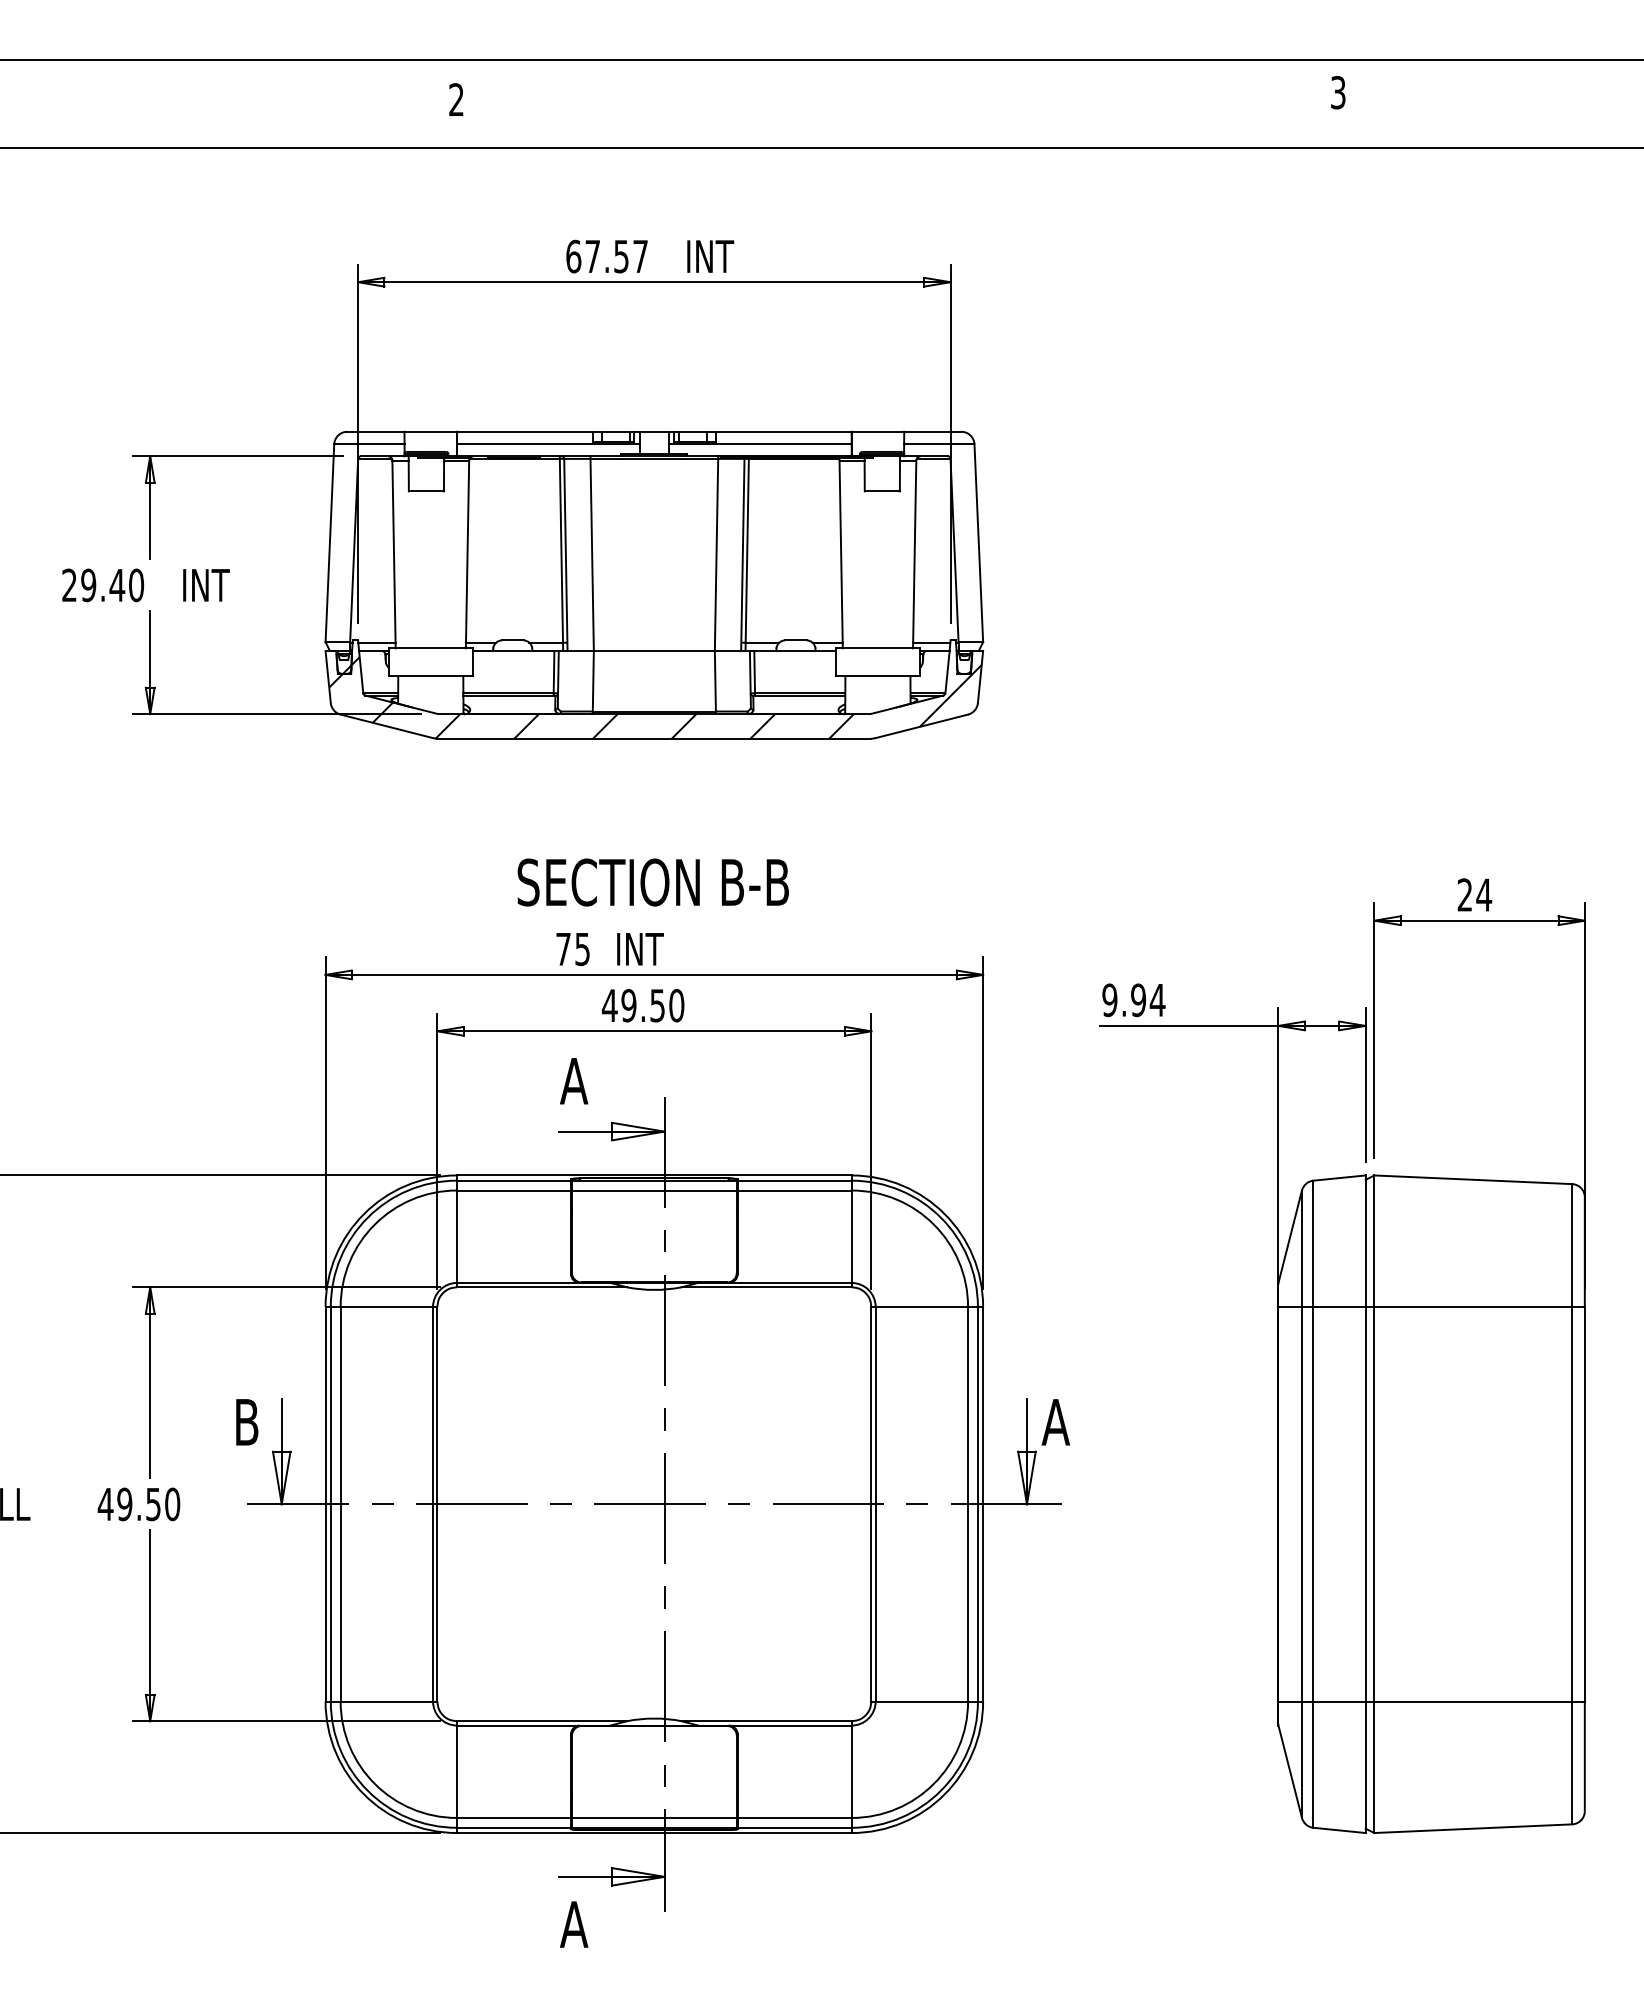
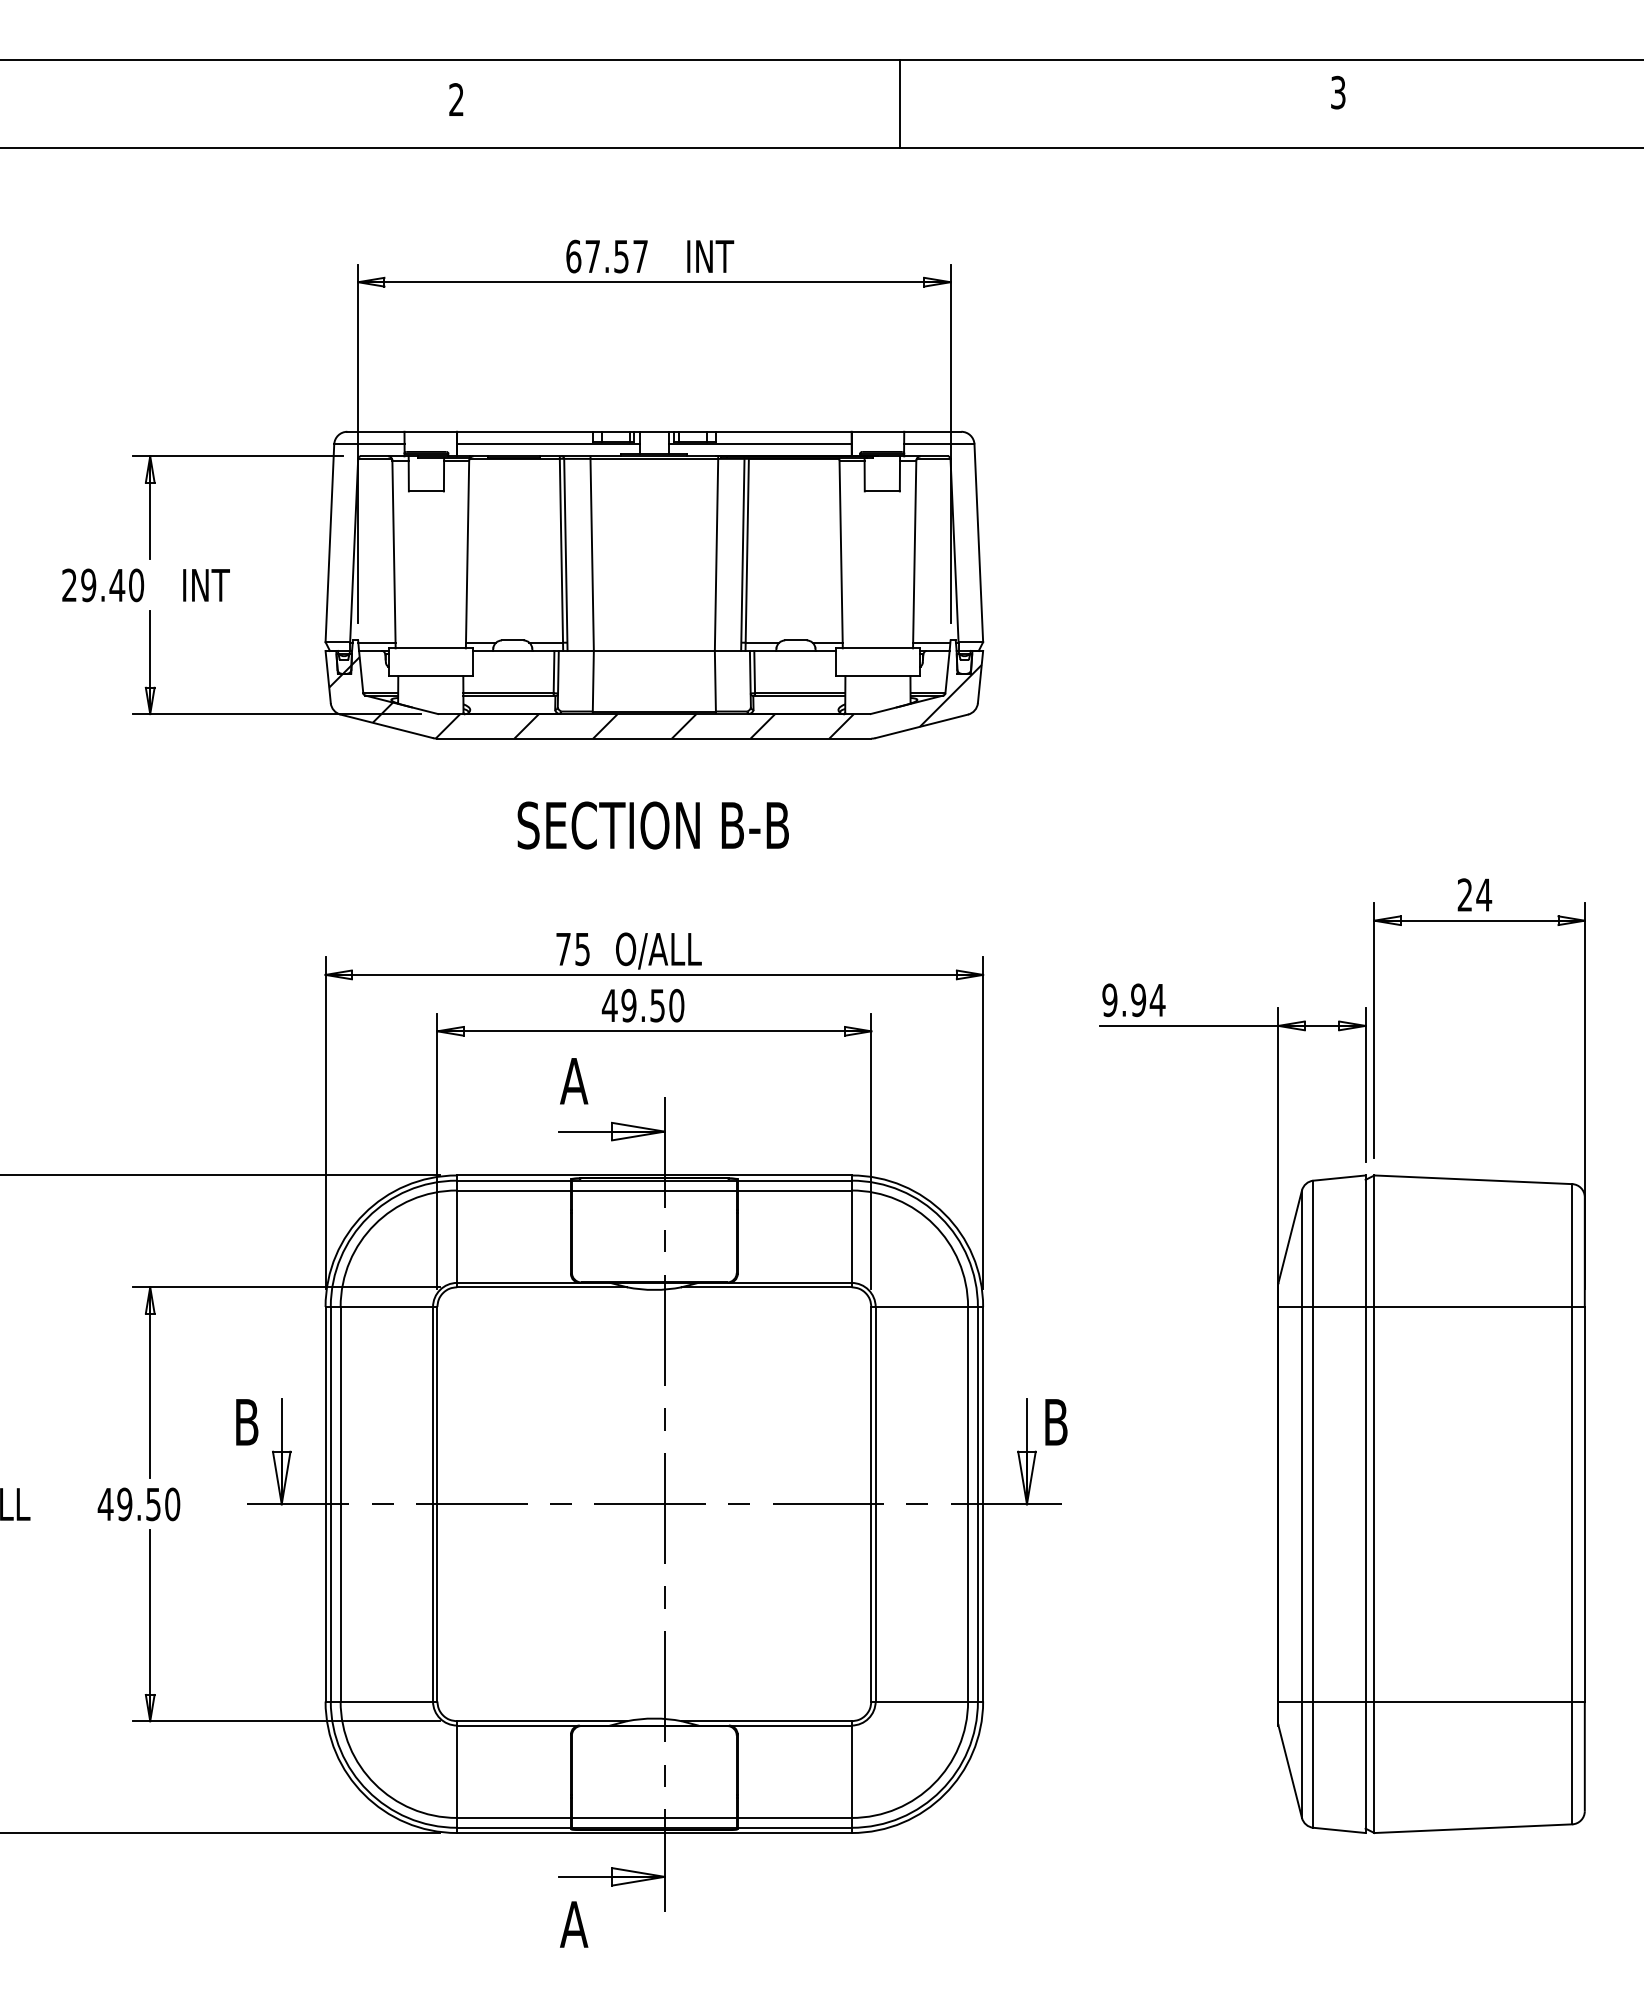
line at (900, 103): none -> present
text at (652, 882) position: (652, 882) -> (652, 825)
text at (658, 950): INT -> O/ALL
text at (1055, 1422): A -> B
